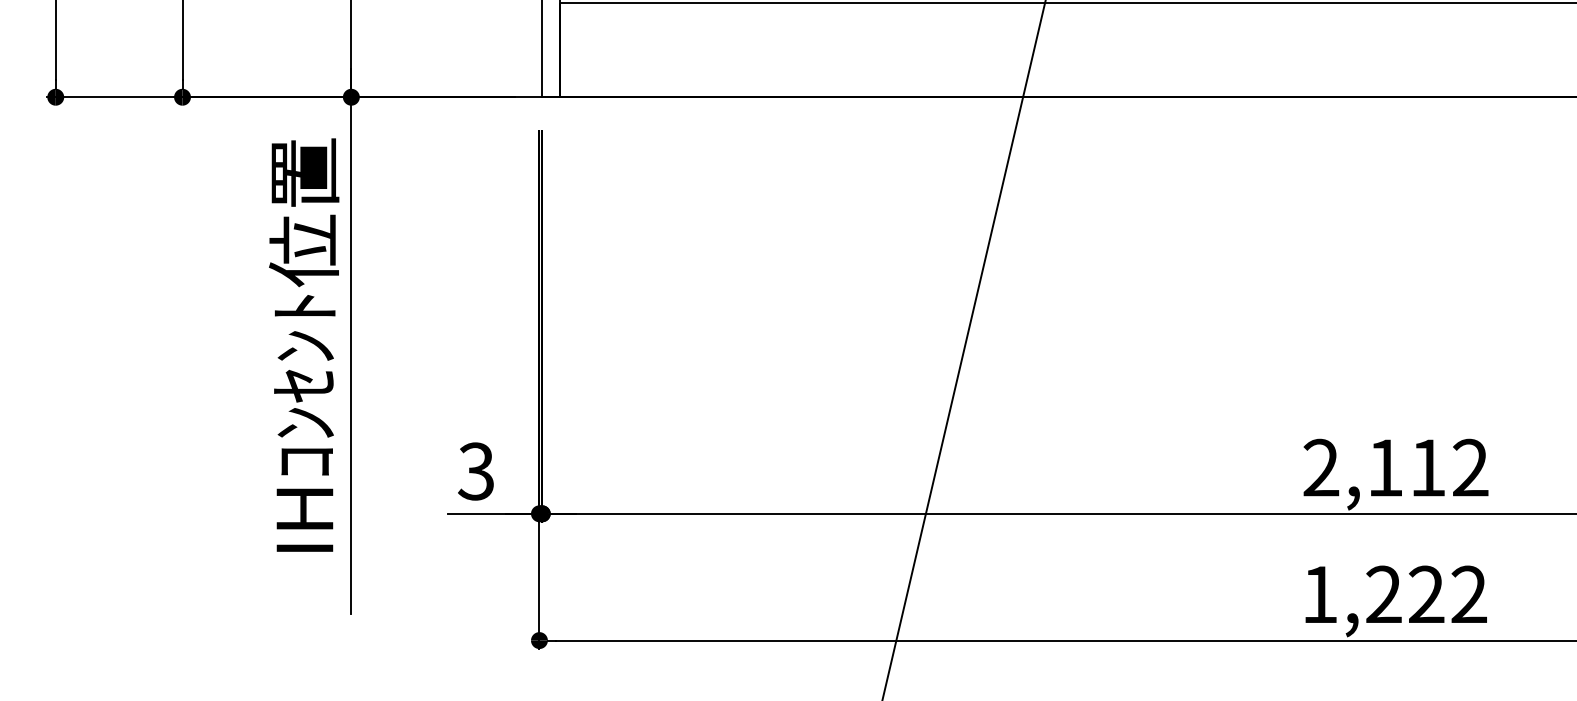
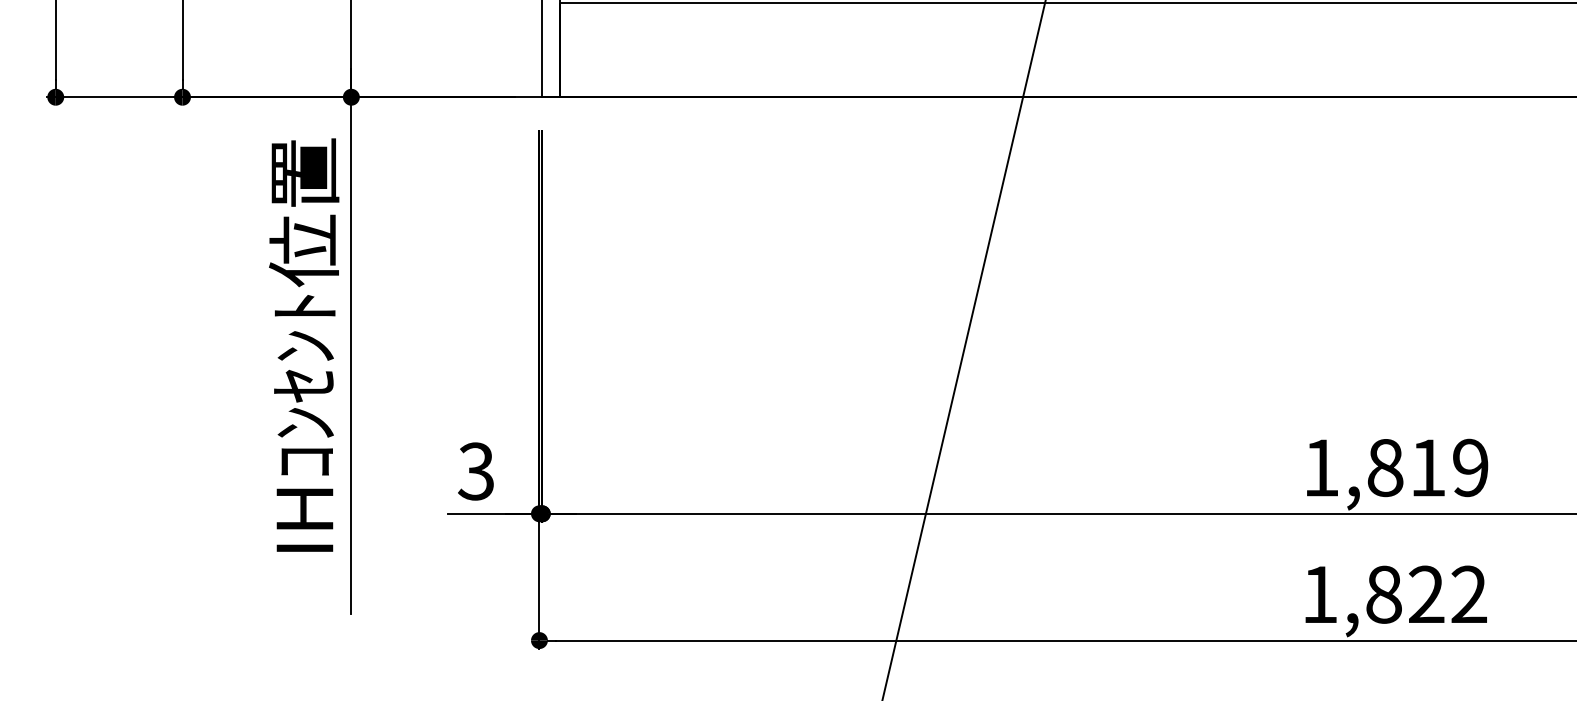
text at (1395, 467): 2,112 -> 1,819
text at (1383, 594): 1,222 -> 1,822
